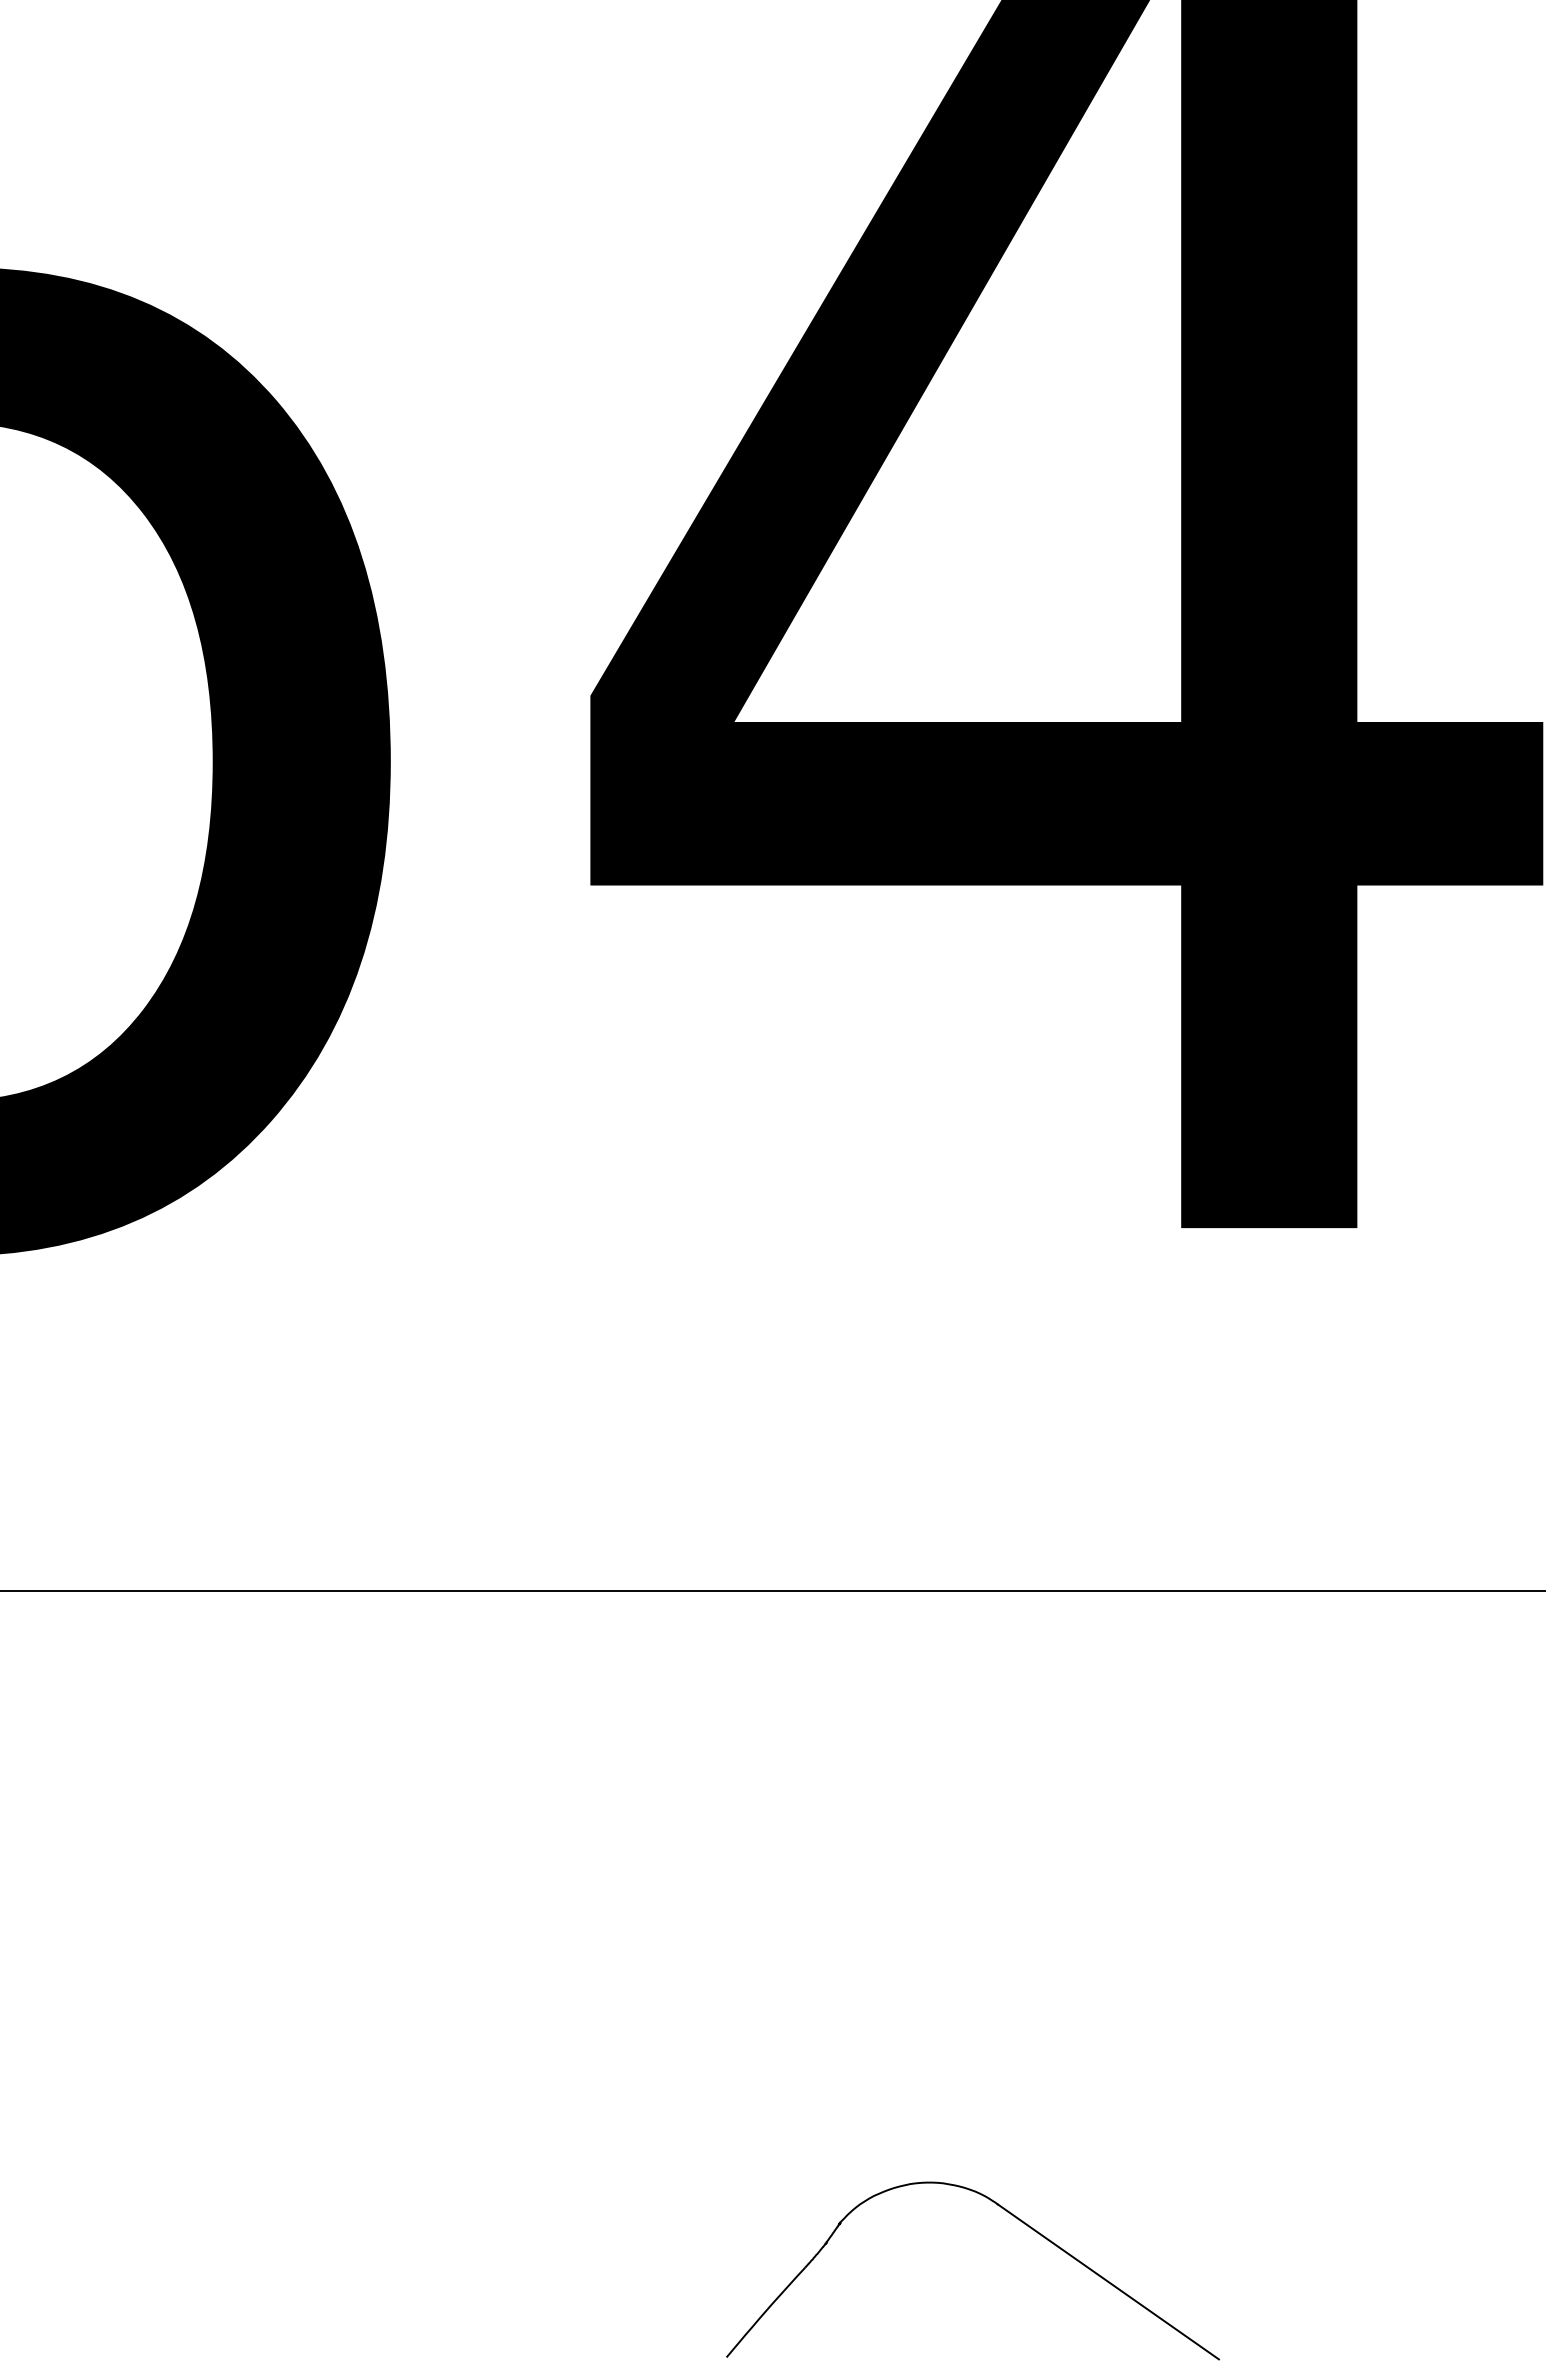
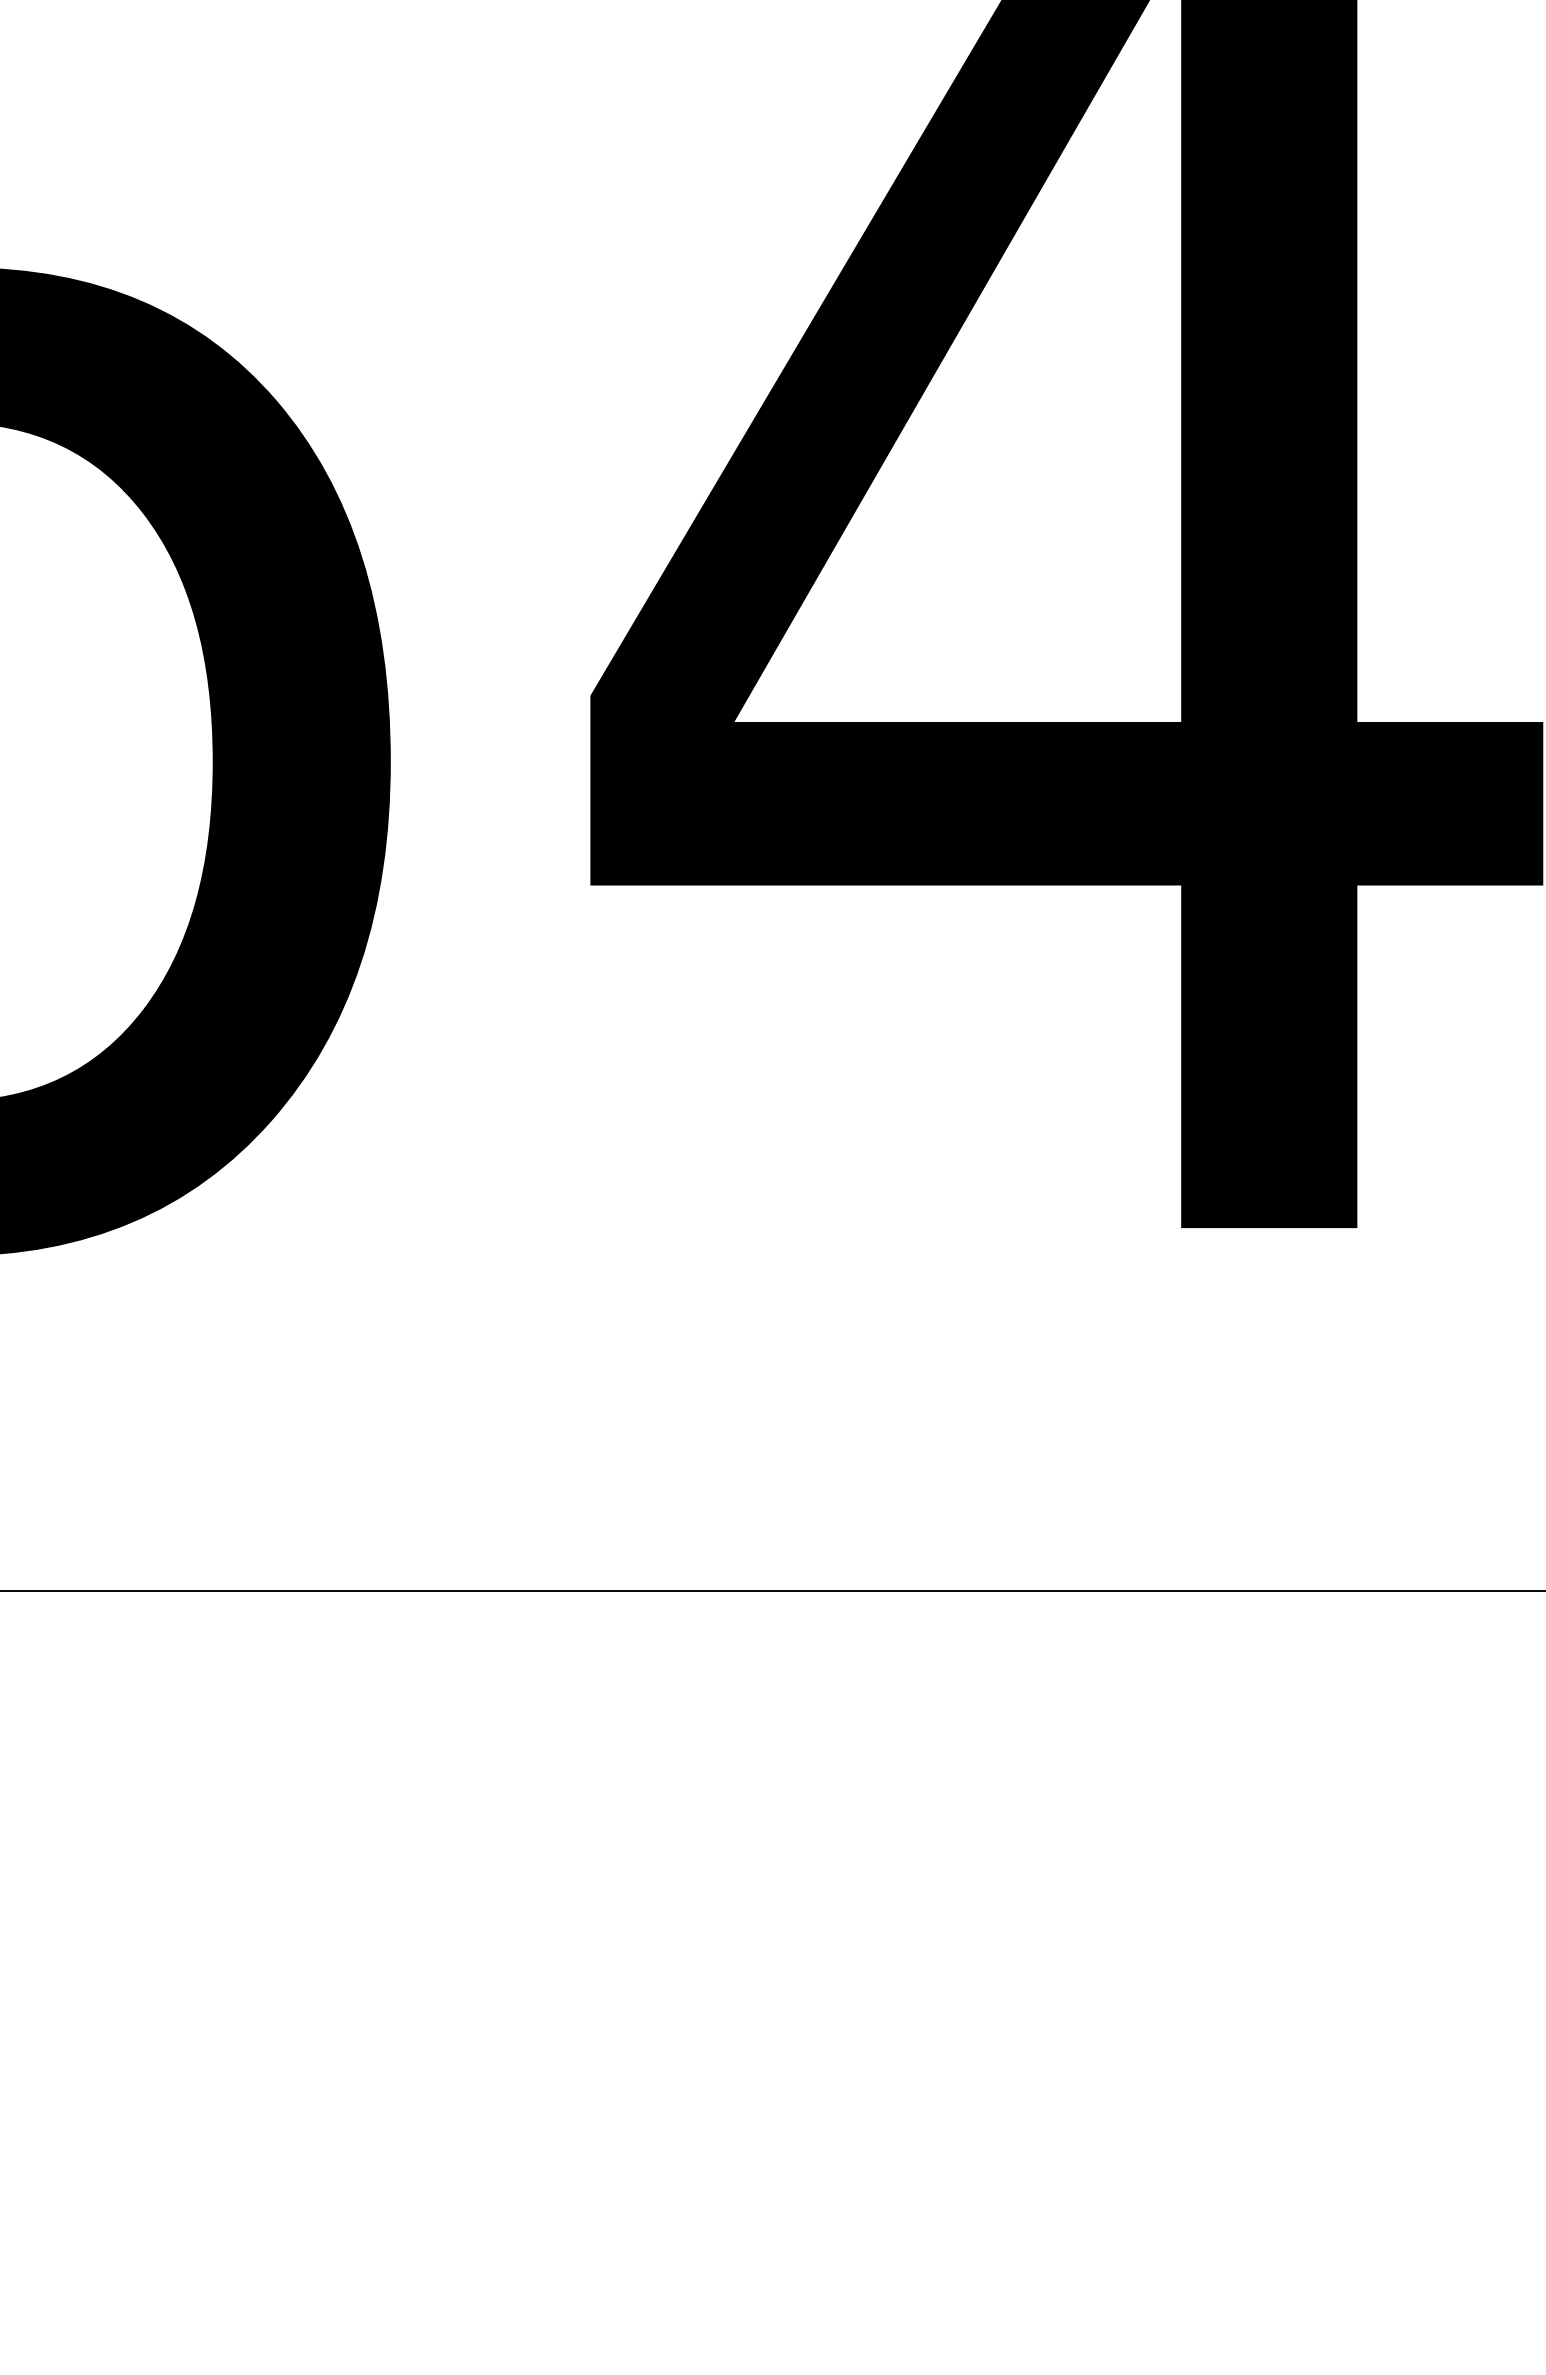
part at (1011, 2215): present -> none
